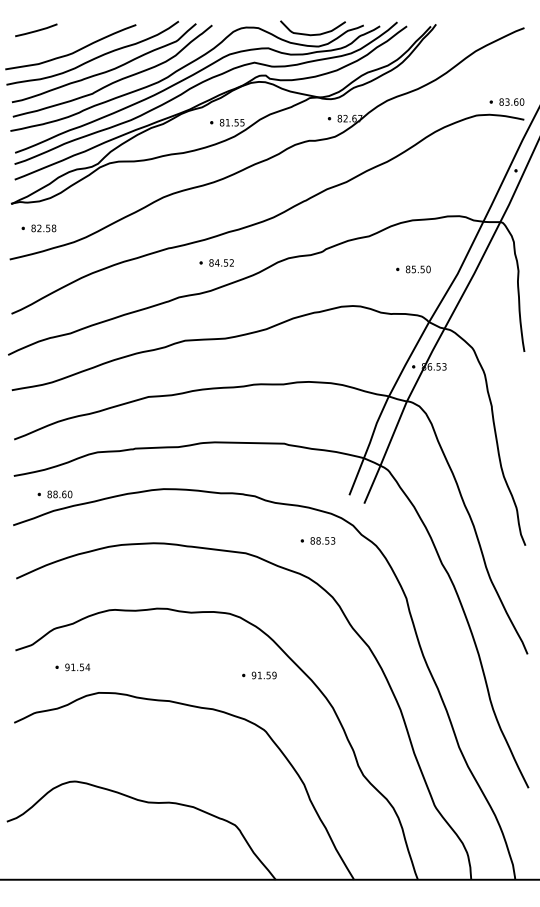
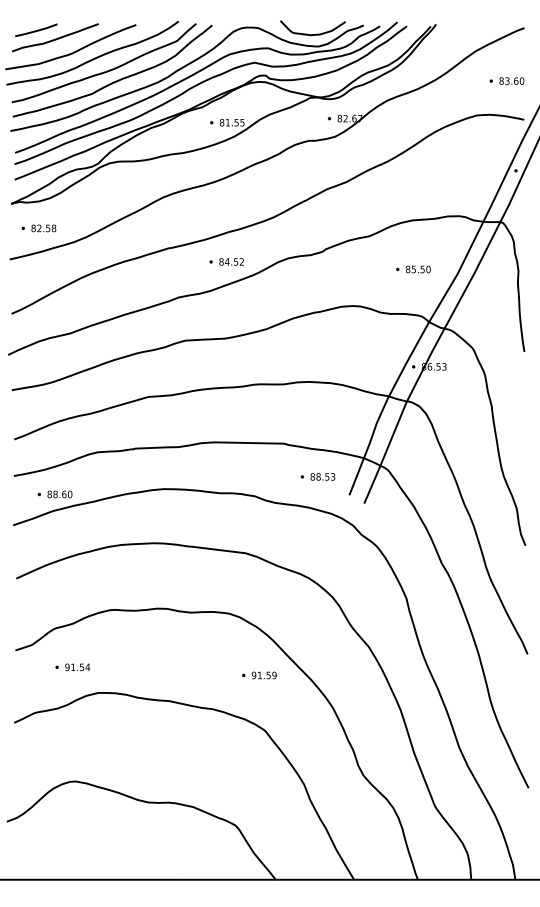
curve at (55, 38): none -> present
part at (506, 101) position: (506, 101) -> (506, 80)
part at (216, 262) position: (216, 262) -> (226, 261)
part at (317, 540) position: (317, 540) -> (317, 476)
